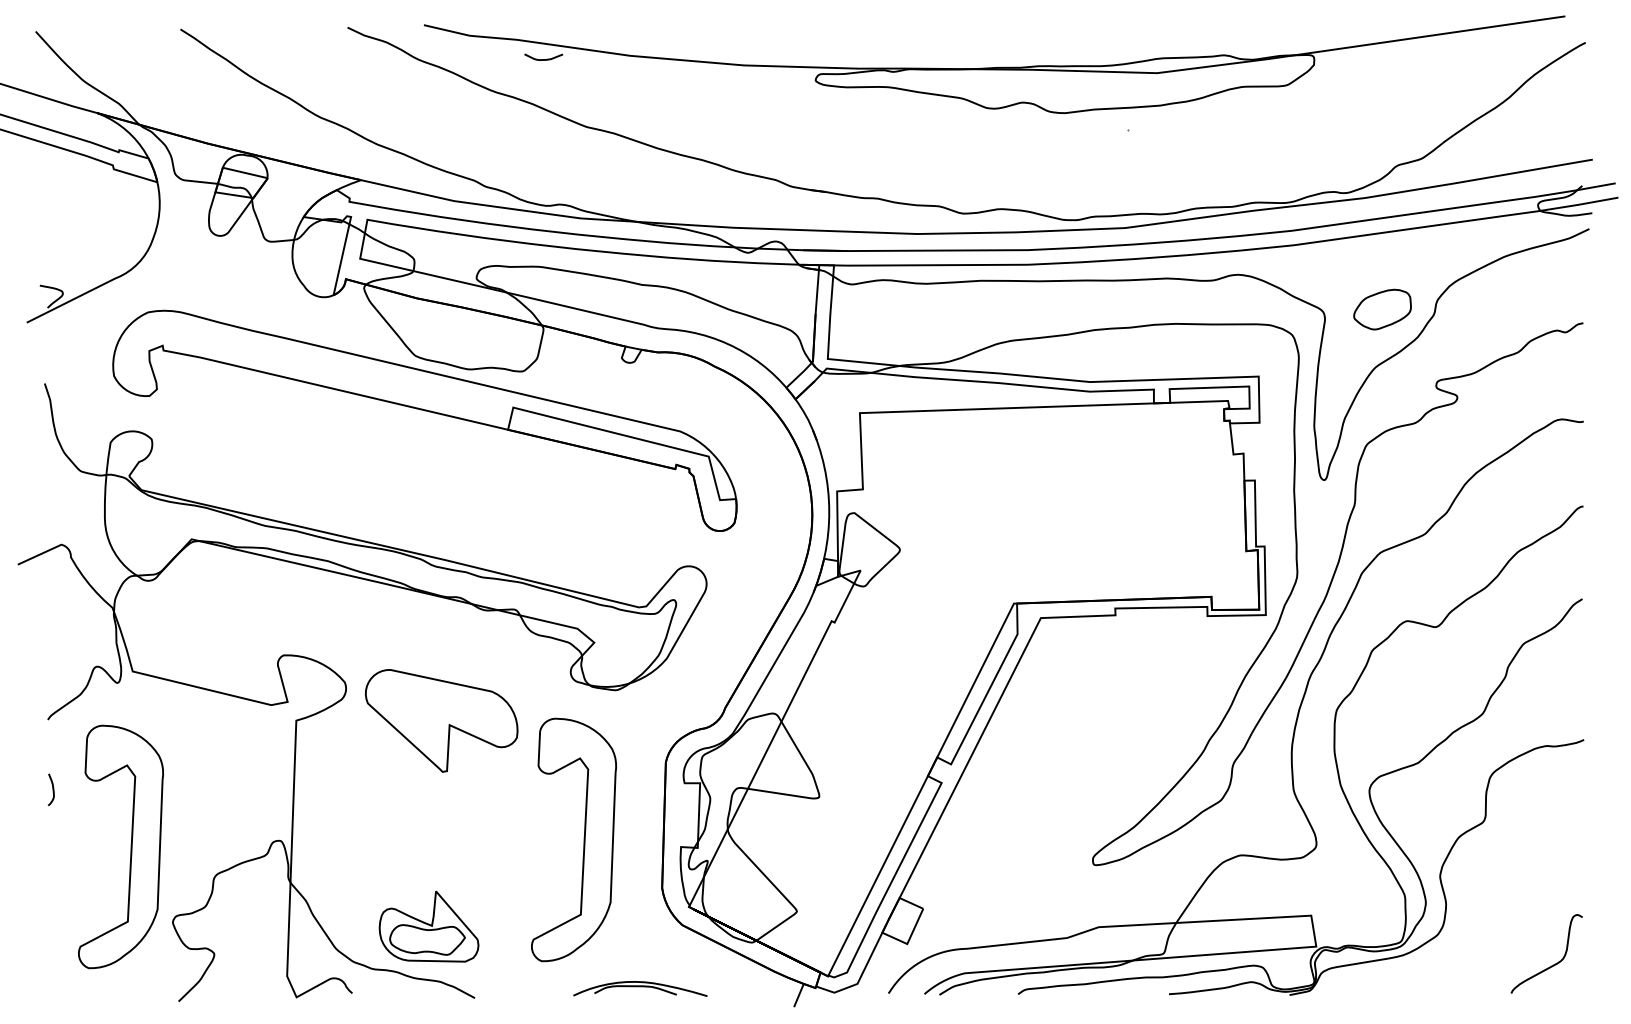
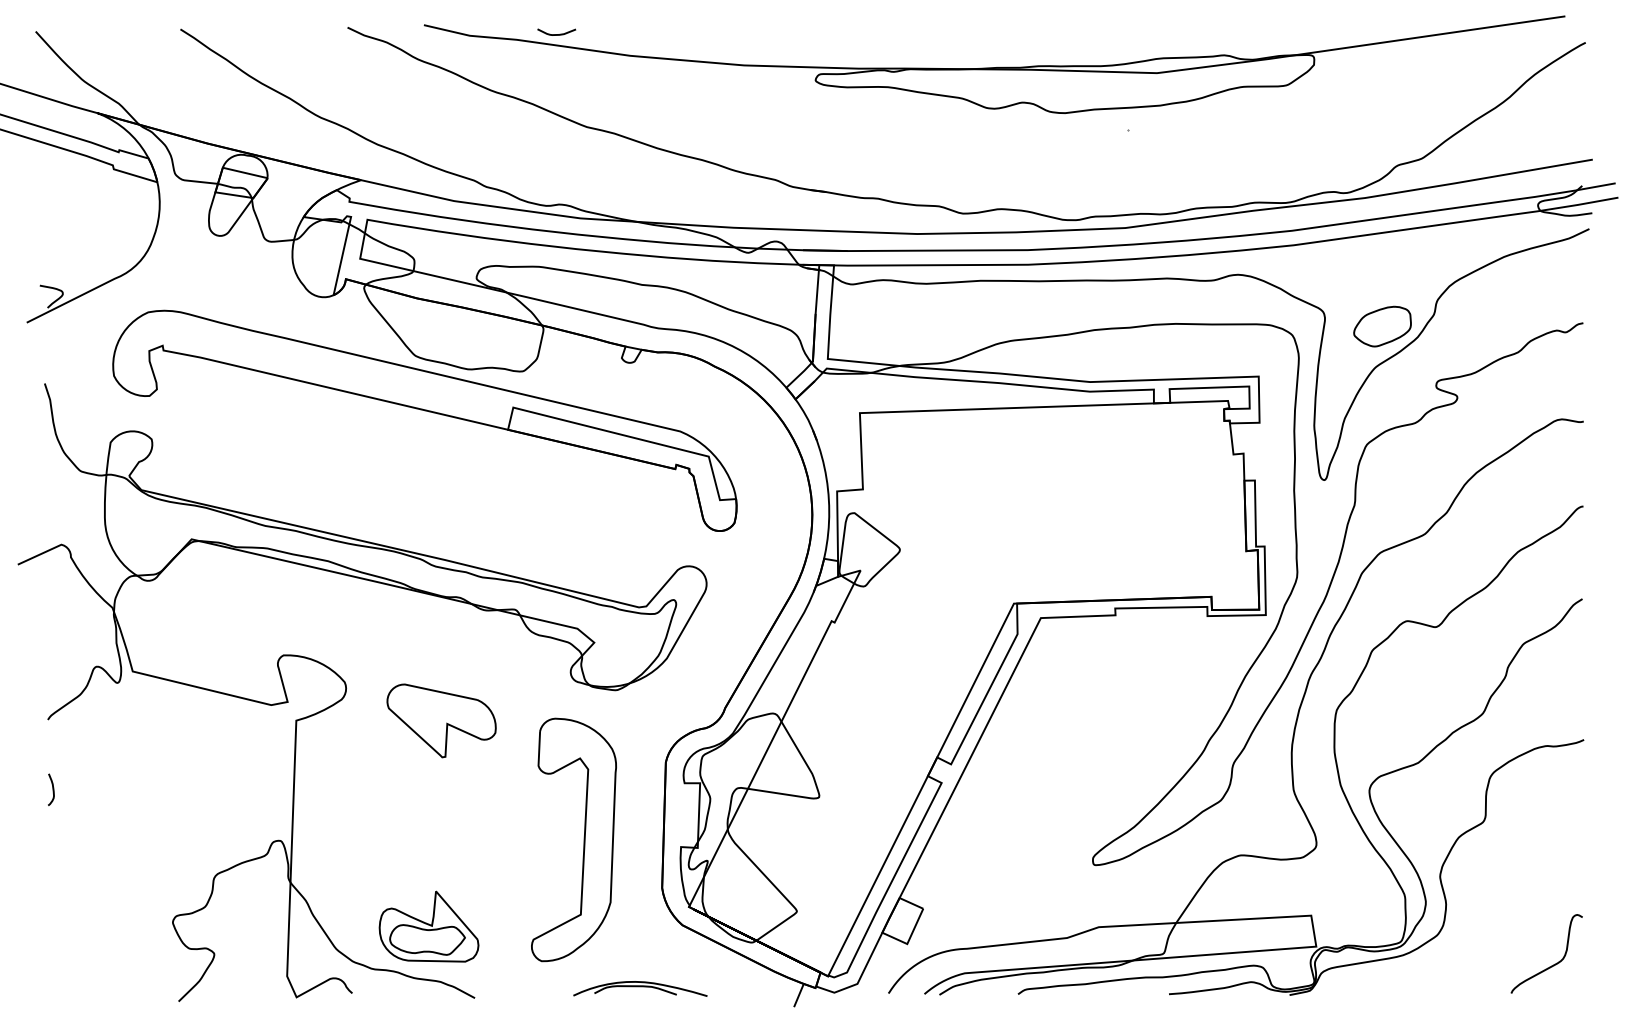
curve at (543, 59) position: (543, 59) -> (556, 34)
part at (1382, 309) position: (1382, 309) -> (1382, 326)
part at (441, 720) size: 154x104 px -> 111x76 px
part at (130, 846): present -> none
